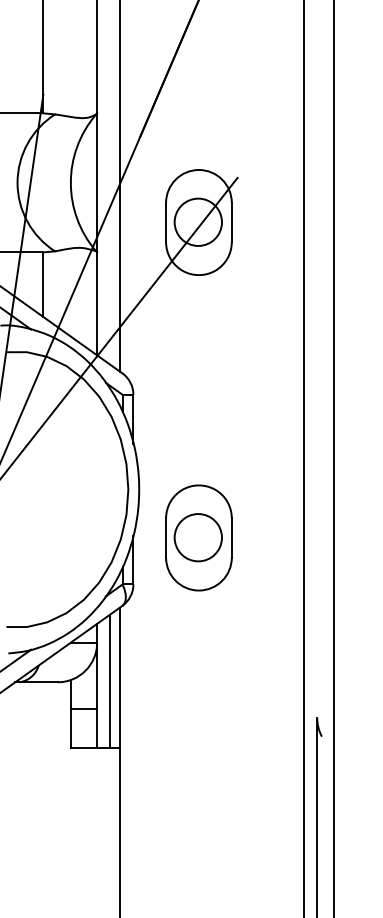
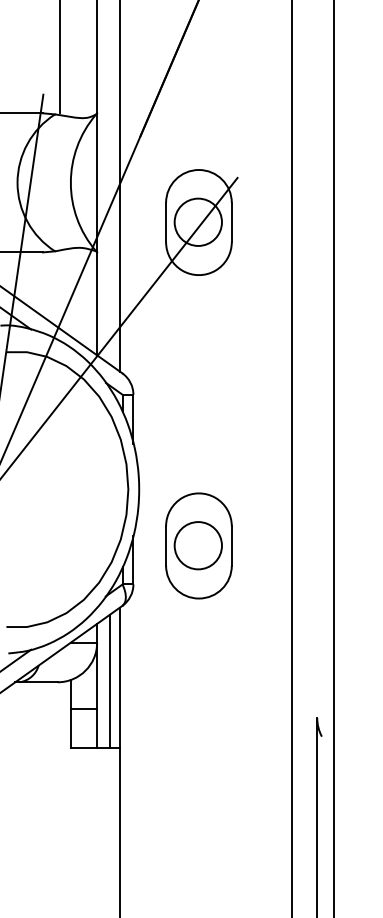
line at (42, 57) position: (42, 57) -> (59, 57)
line at (42, 284): present -> none
line at (304, 458) position: (304, 458) -> (292, 458)
part at (198, 537) position: (198, 537) -> (198, 545)
